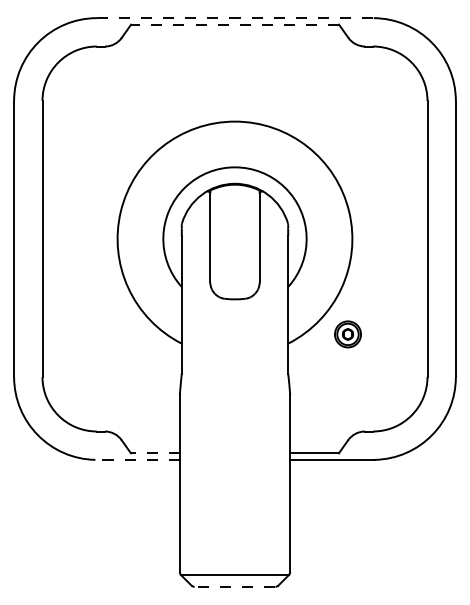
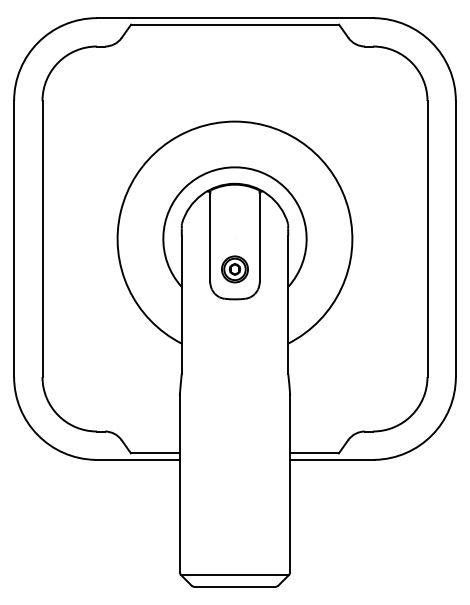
line at (235, 18): dashed -> solid
line at (235, 24): dashed -> solid
part at (347, 334) position: (347, 334) -> (234, 269)
line at (154, 453): dashed -> solid
line at (137, 459): dashed -> solid
line at (234, 586): dashed -> solid
